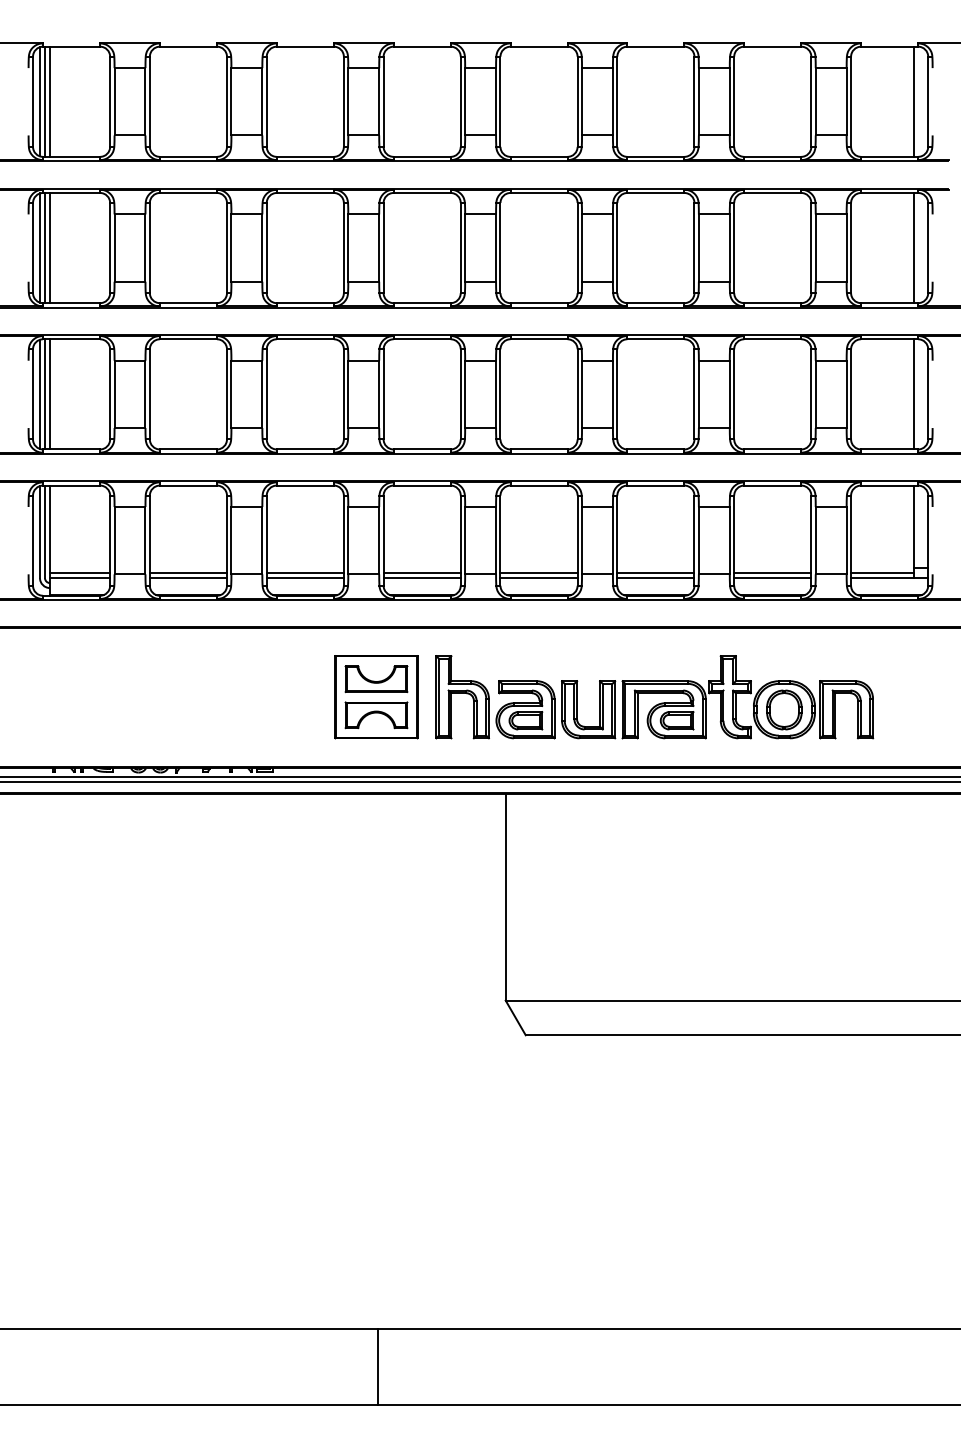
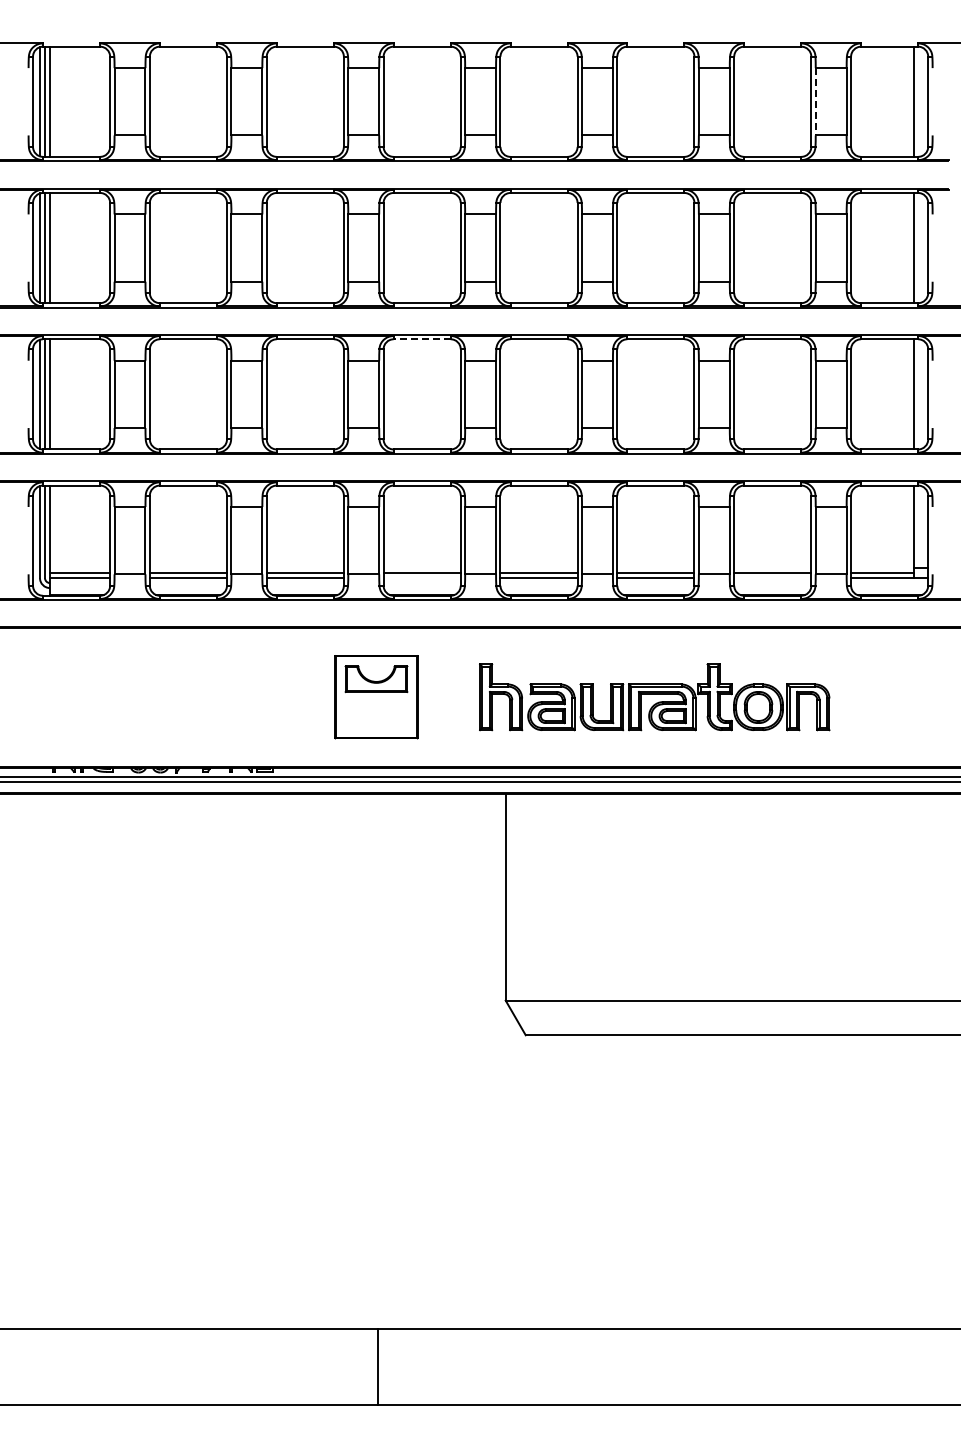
line at (815, 101): solid -> dashed
line at (422, 339): solid -> dashed
line at (421, 578): present -> none
line at (772, 578): present -> none
part at (654, 697) size: 440x85 px -> 352x69 px
part at (376, 715): present -> none
